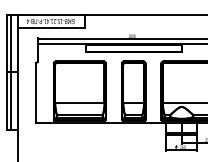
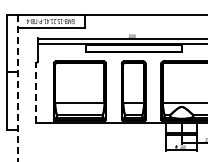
line at (11, 71): present -> none
line at (18, 88): solid -> dashed
line at (35, 93): solid -> dashed
